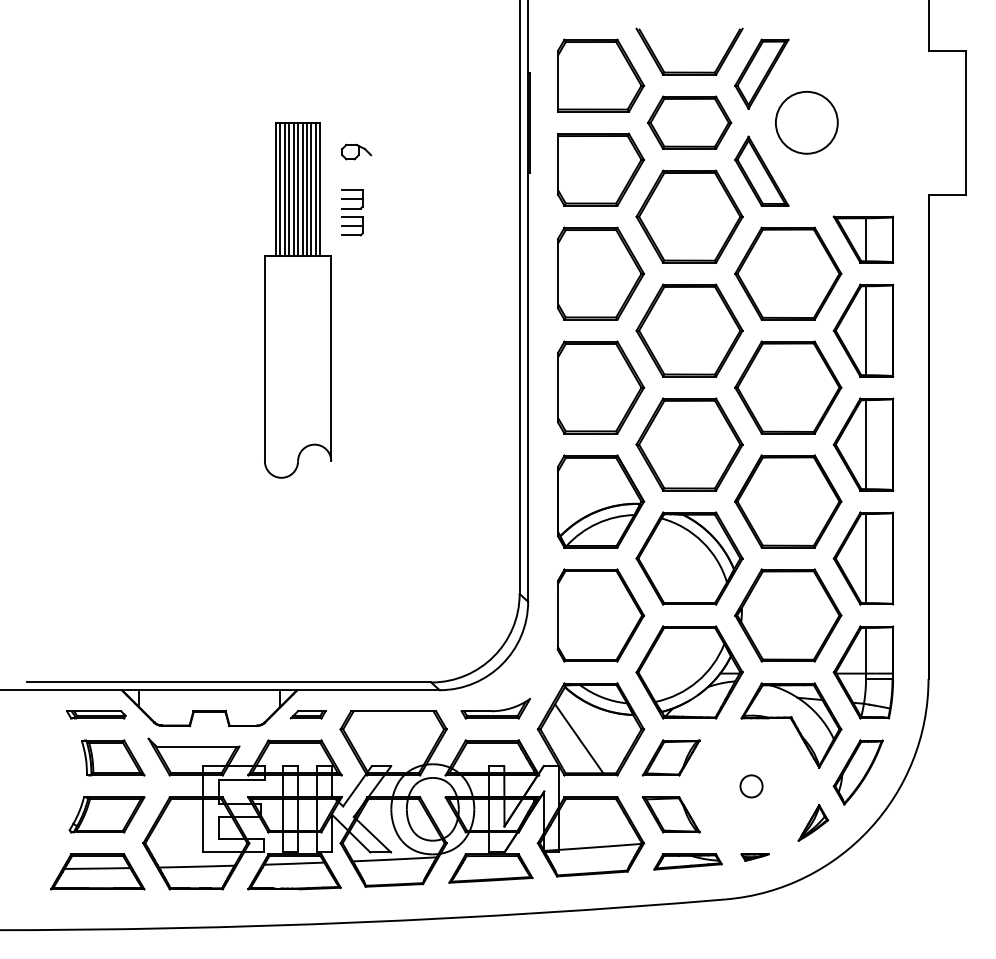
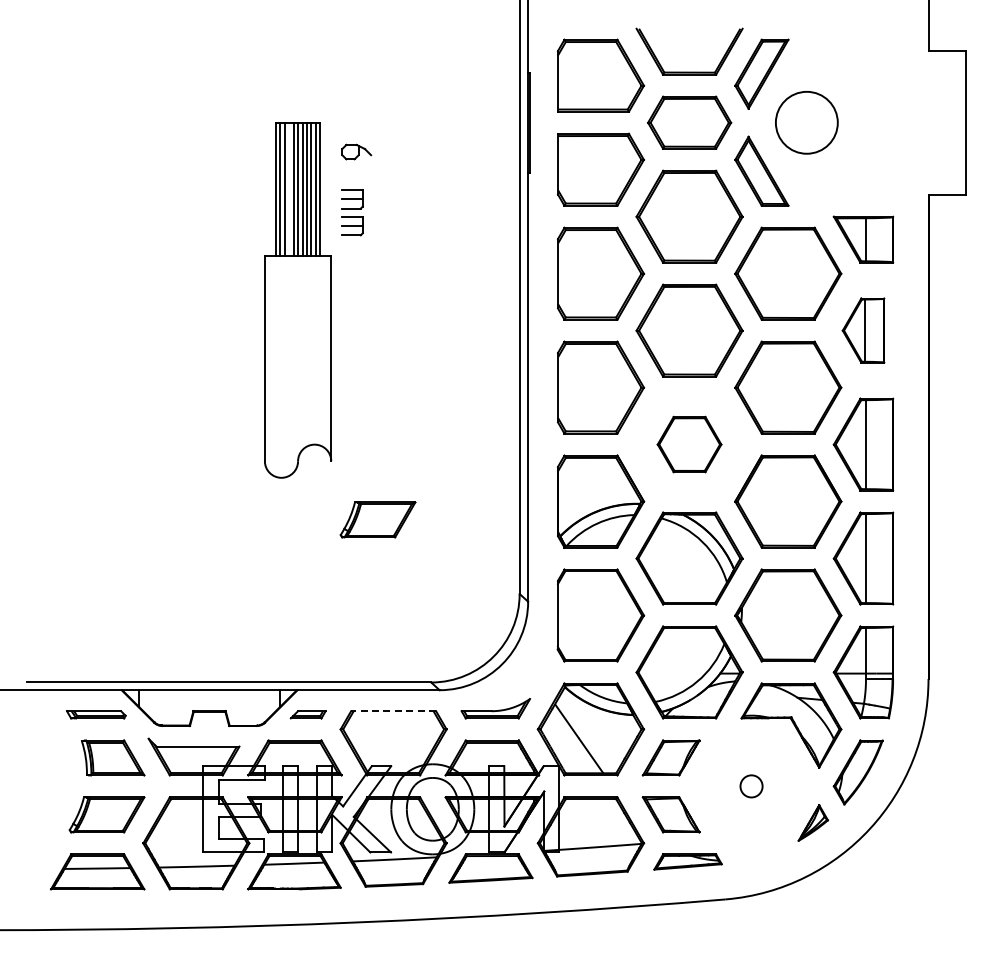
line at (289, 188): present -> none
part at (863, 330) size: 63x95 px -> 45x67 px
part at (689, 444) size: 109x95 px -> 67x59 px
part at (377, 519): none -> present
line at (393, 711): solid -> dashed
part at (754, 857): present -> none
